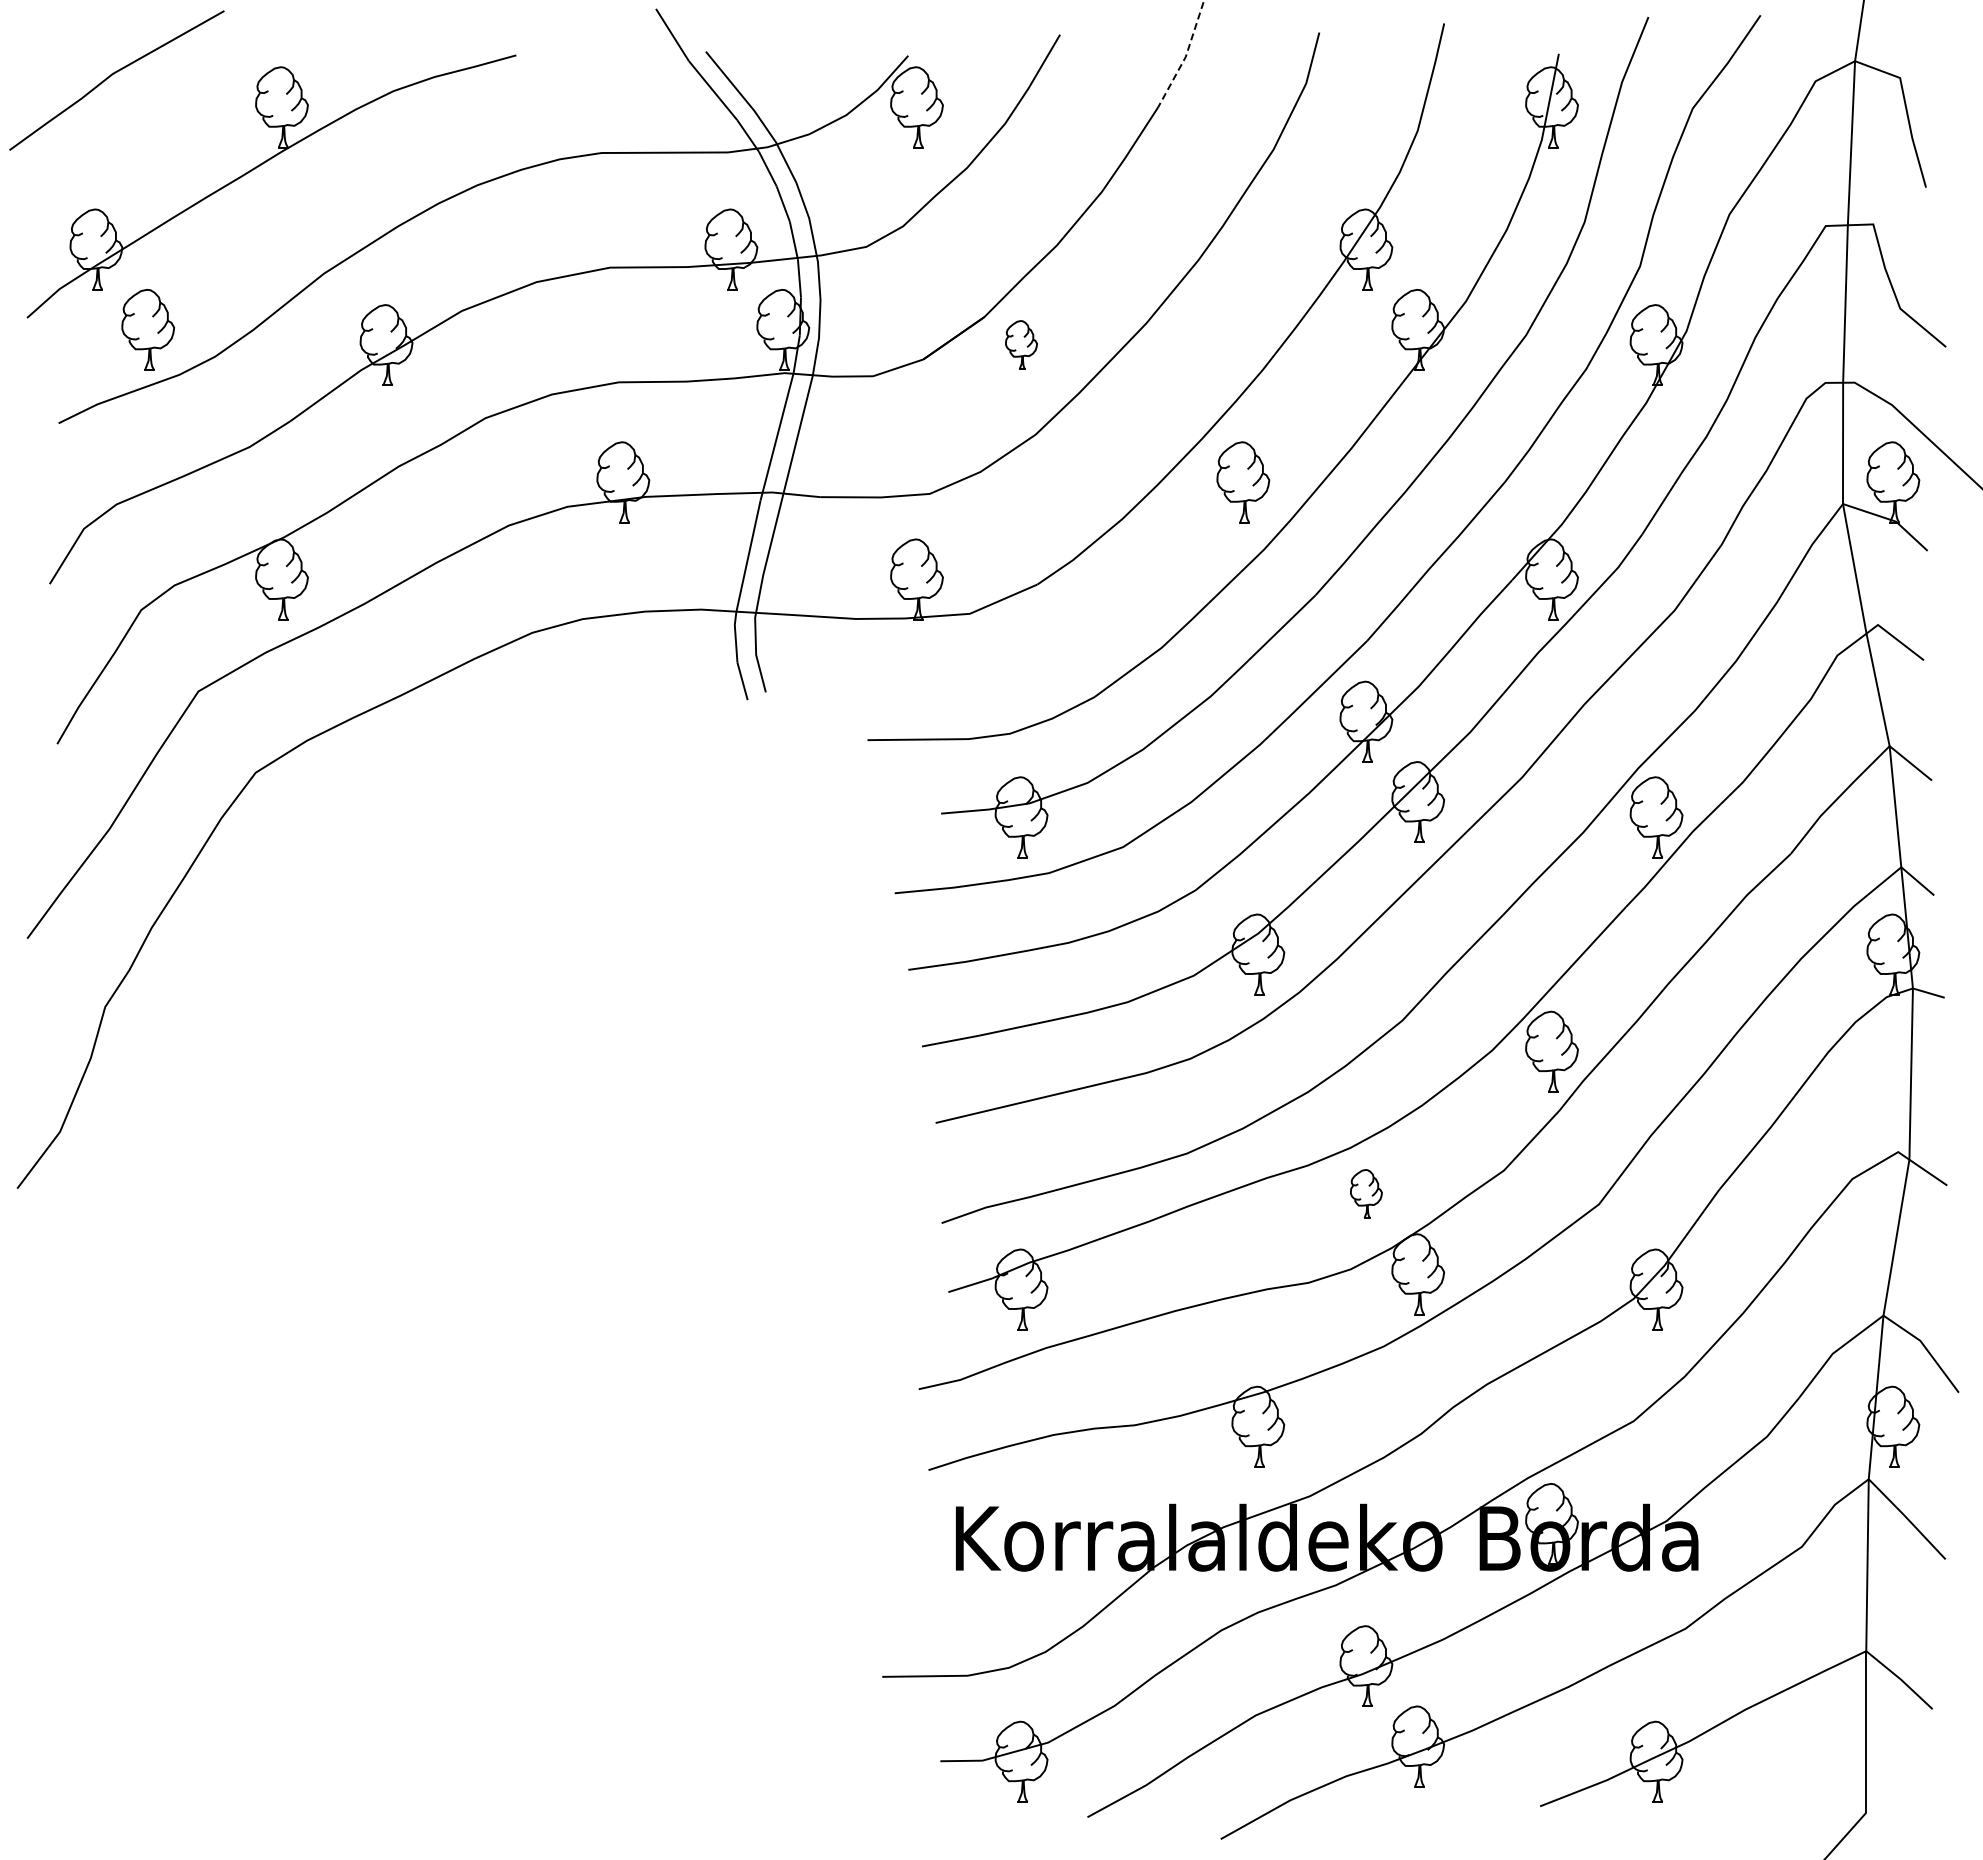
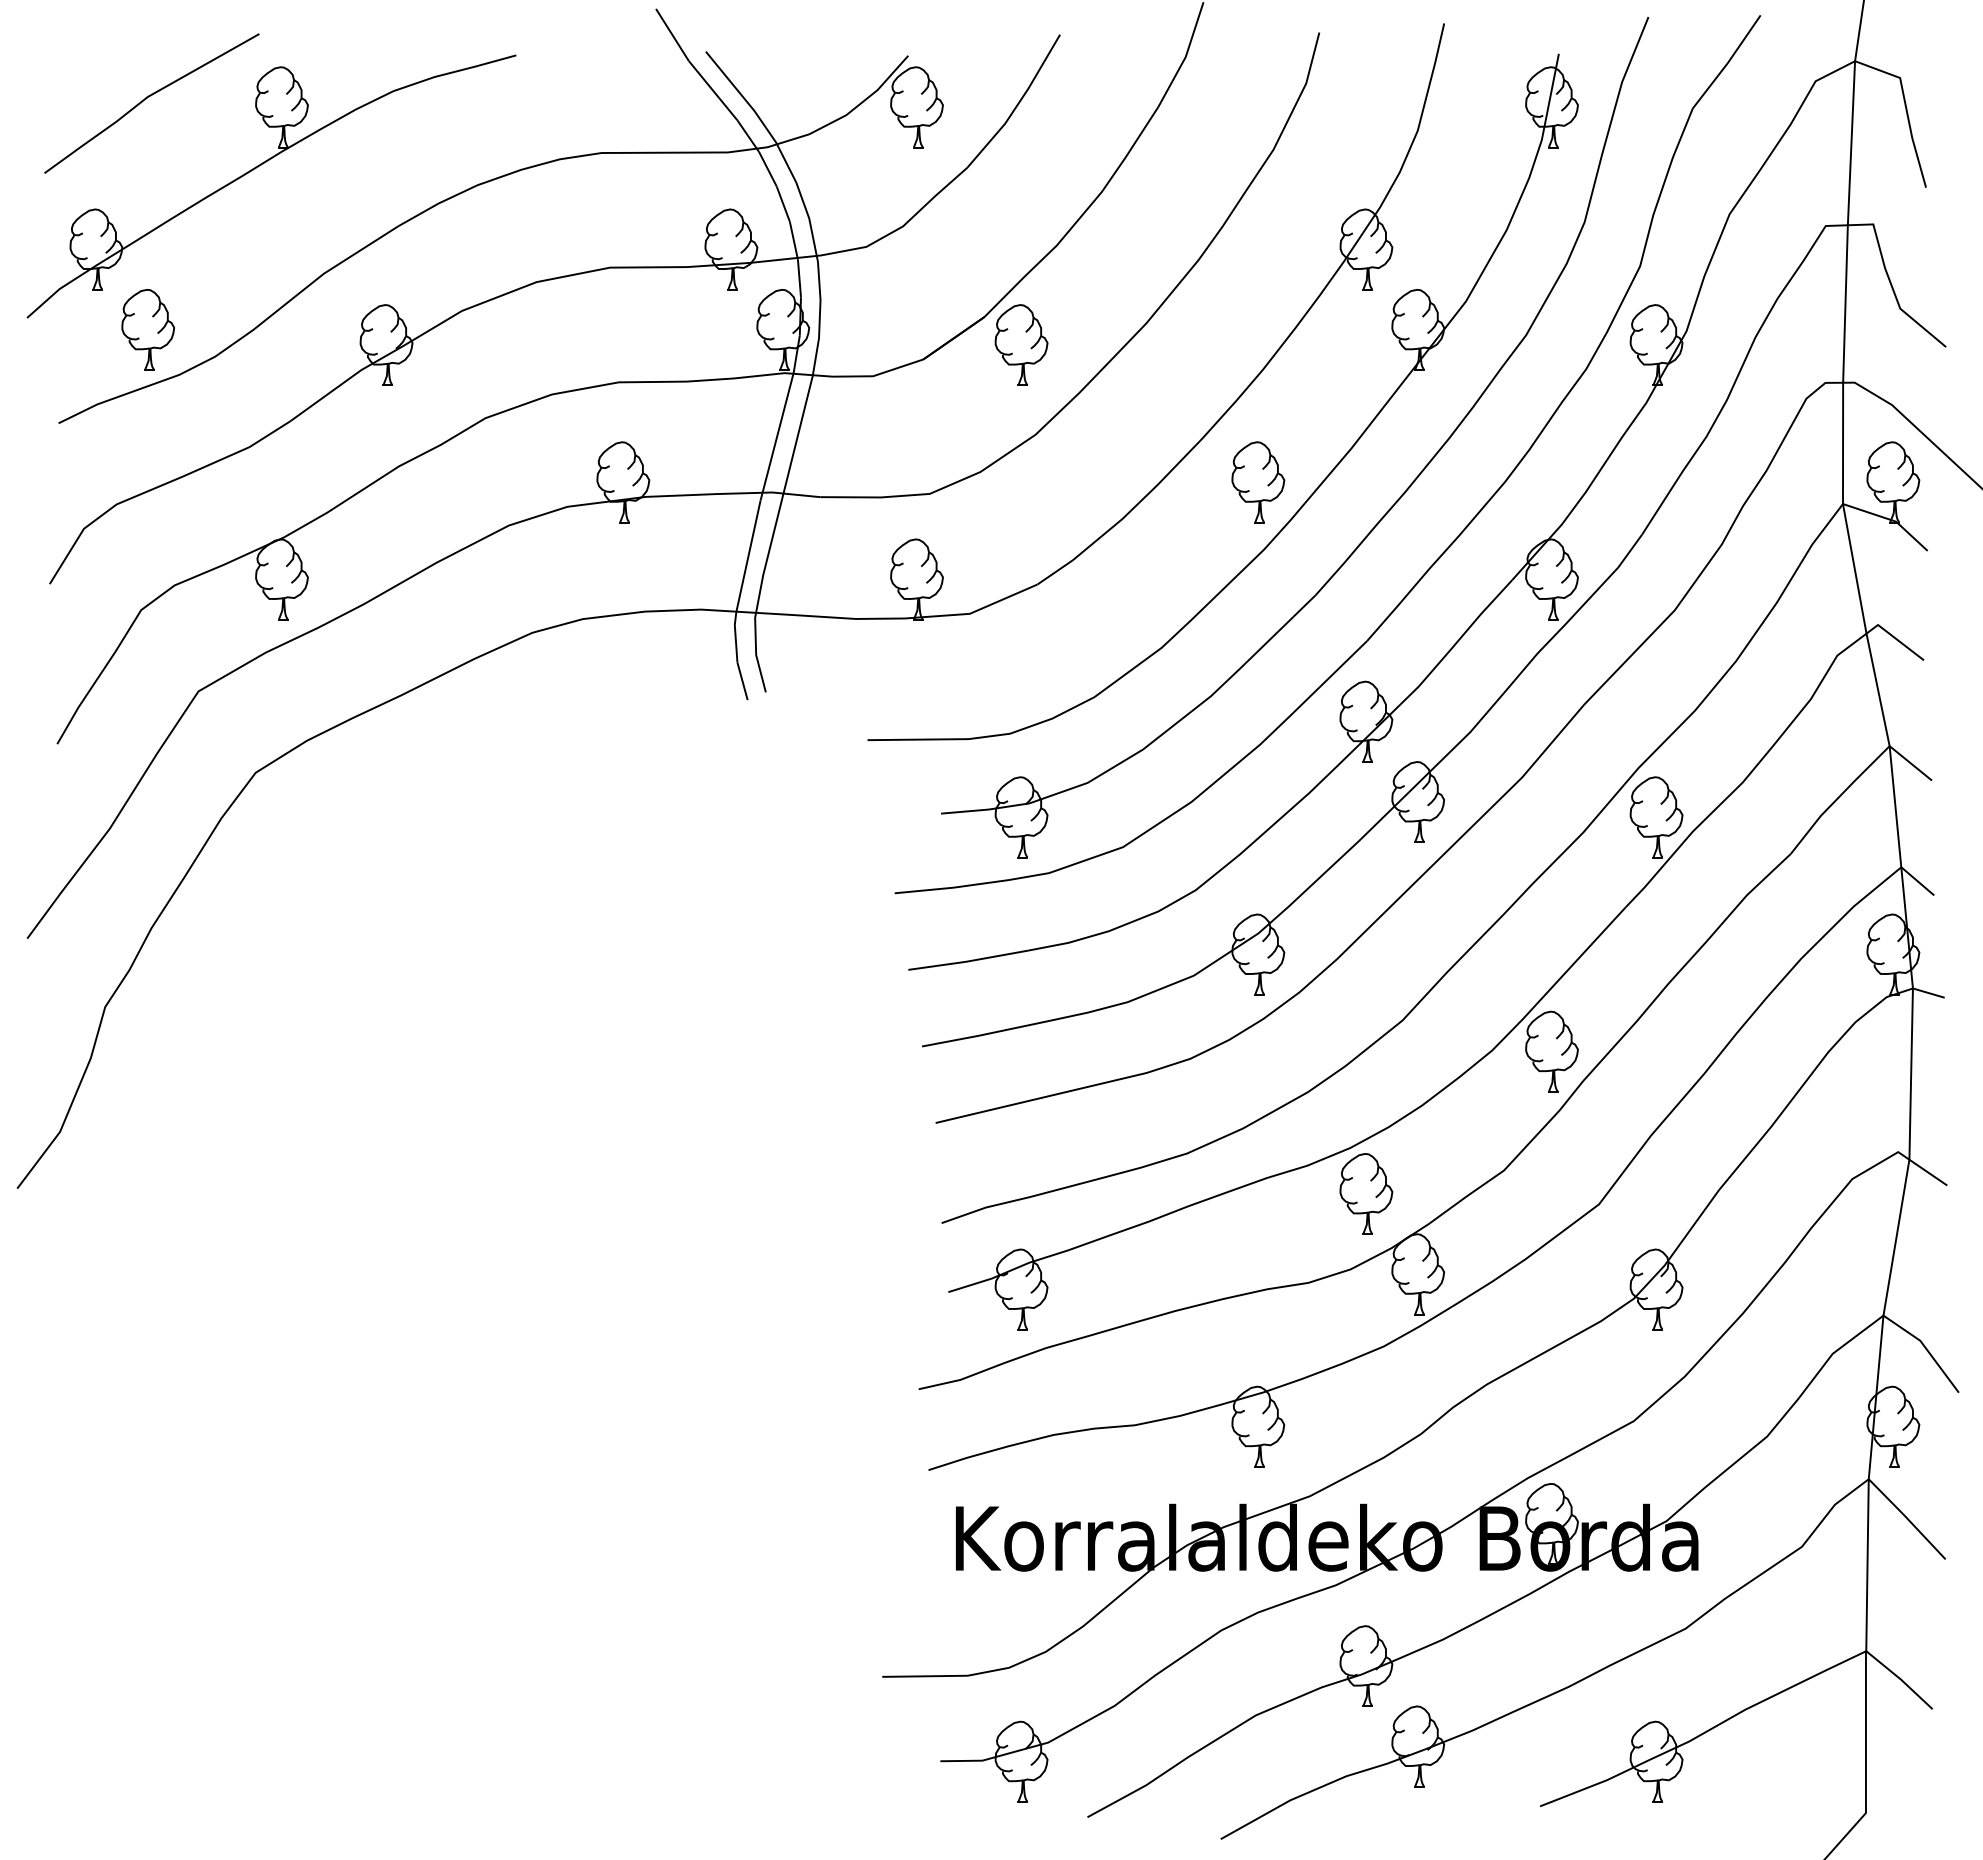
line at (1185, 56): dashed -> solid
line at (114, 74) position: (114, 74) -> (149, 97)
part at (1021, 344) size: 33x50 px -> 55x82 px
part at (1243, 482) position: (1243, 482) -> (1258, 482)
part at (1366, 1193) size: 33x50 px -> 55x82 px
